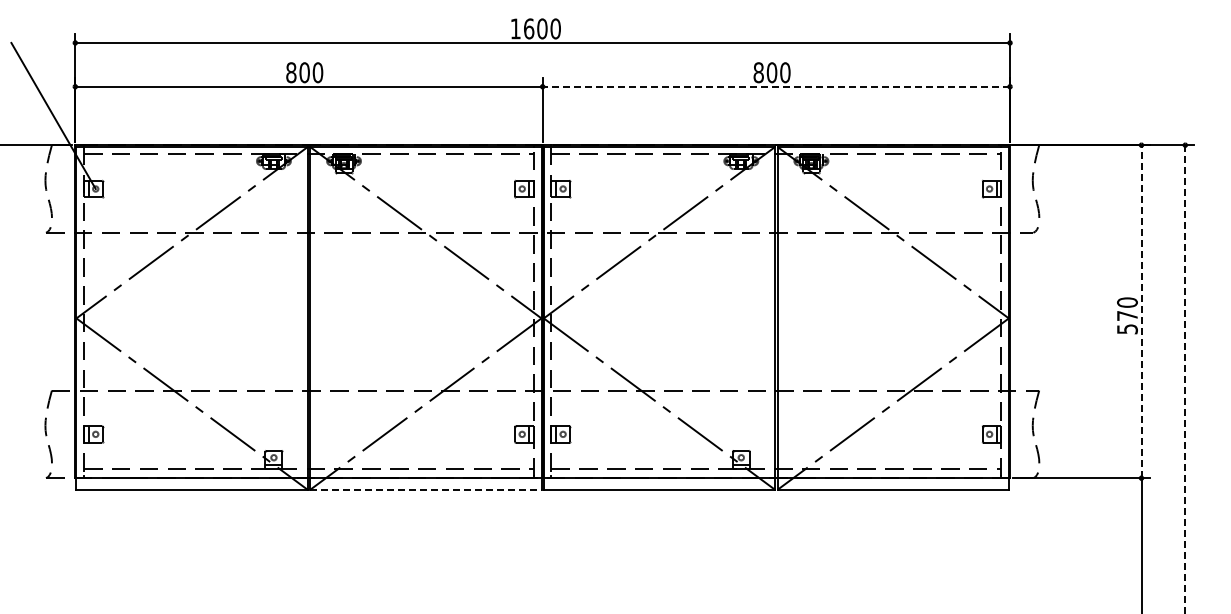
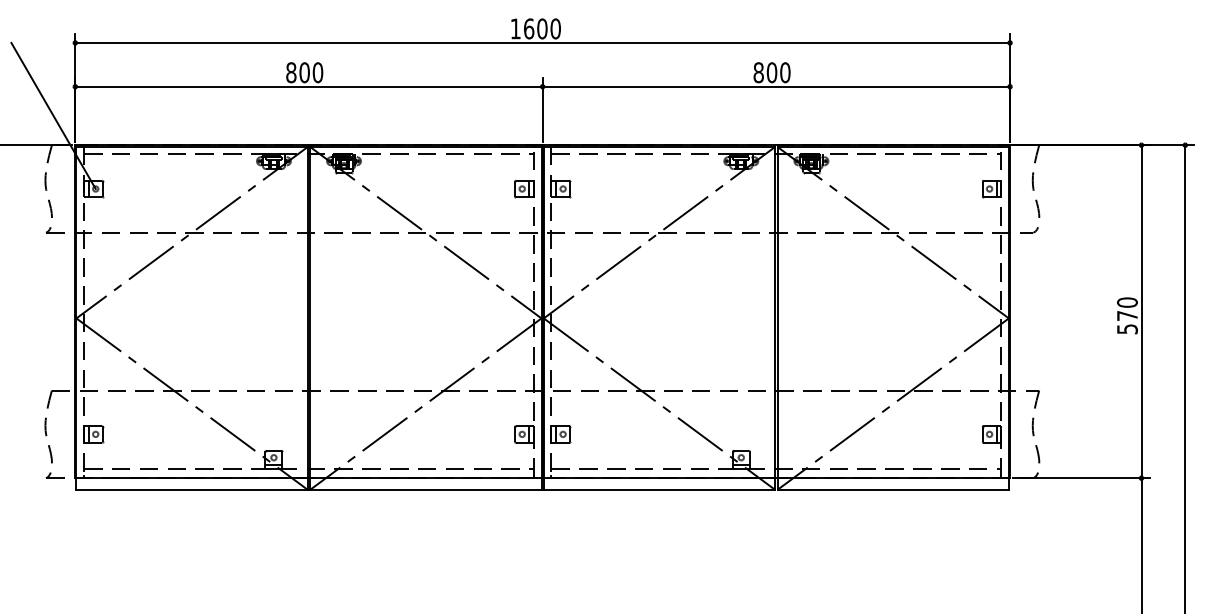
line at (776, 86): dashed -> solid
line at (1141, 311): dashed -> solid
line at (1185, 380): dashed -> solid
line at (425, 489): dashed -> solid
